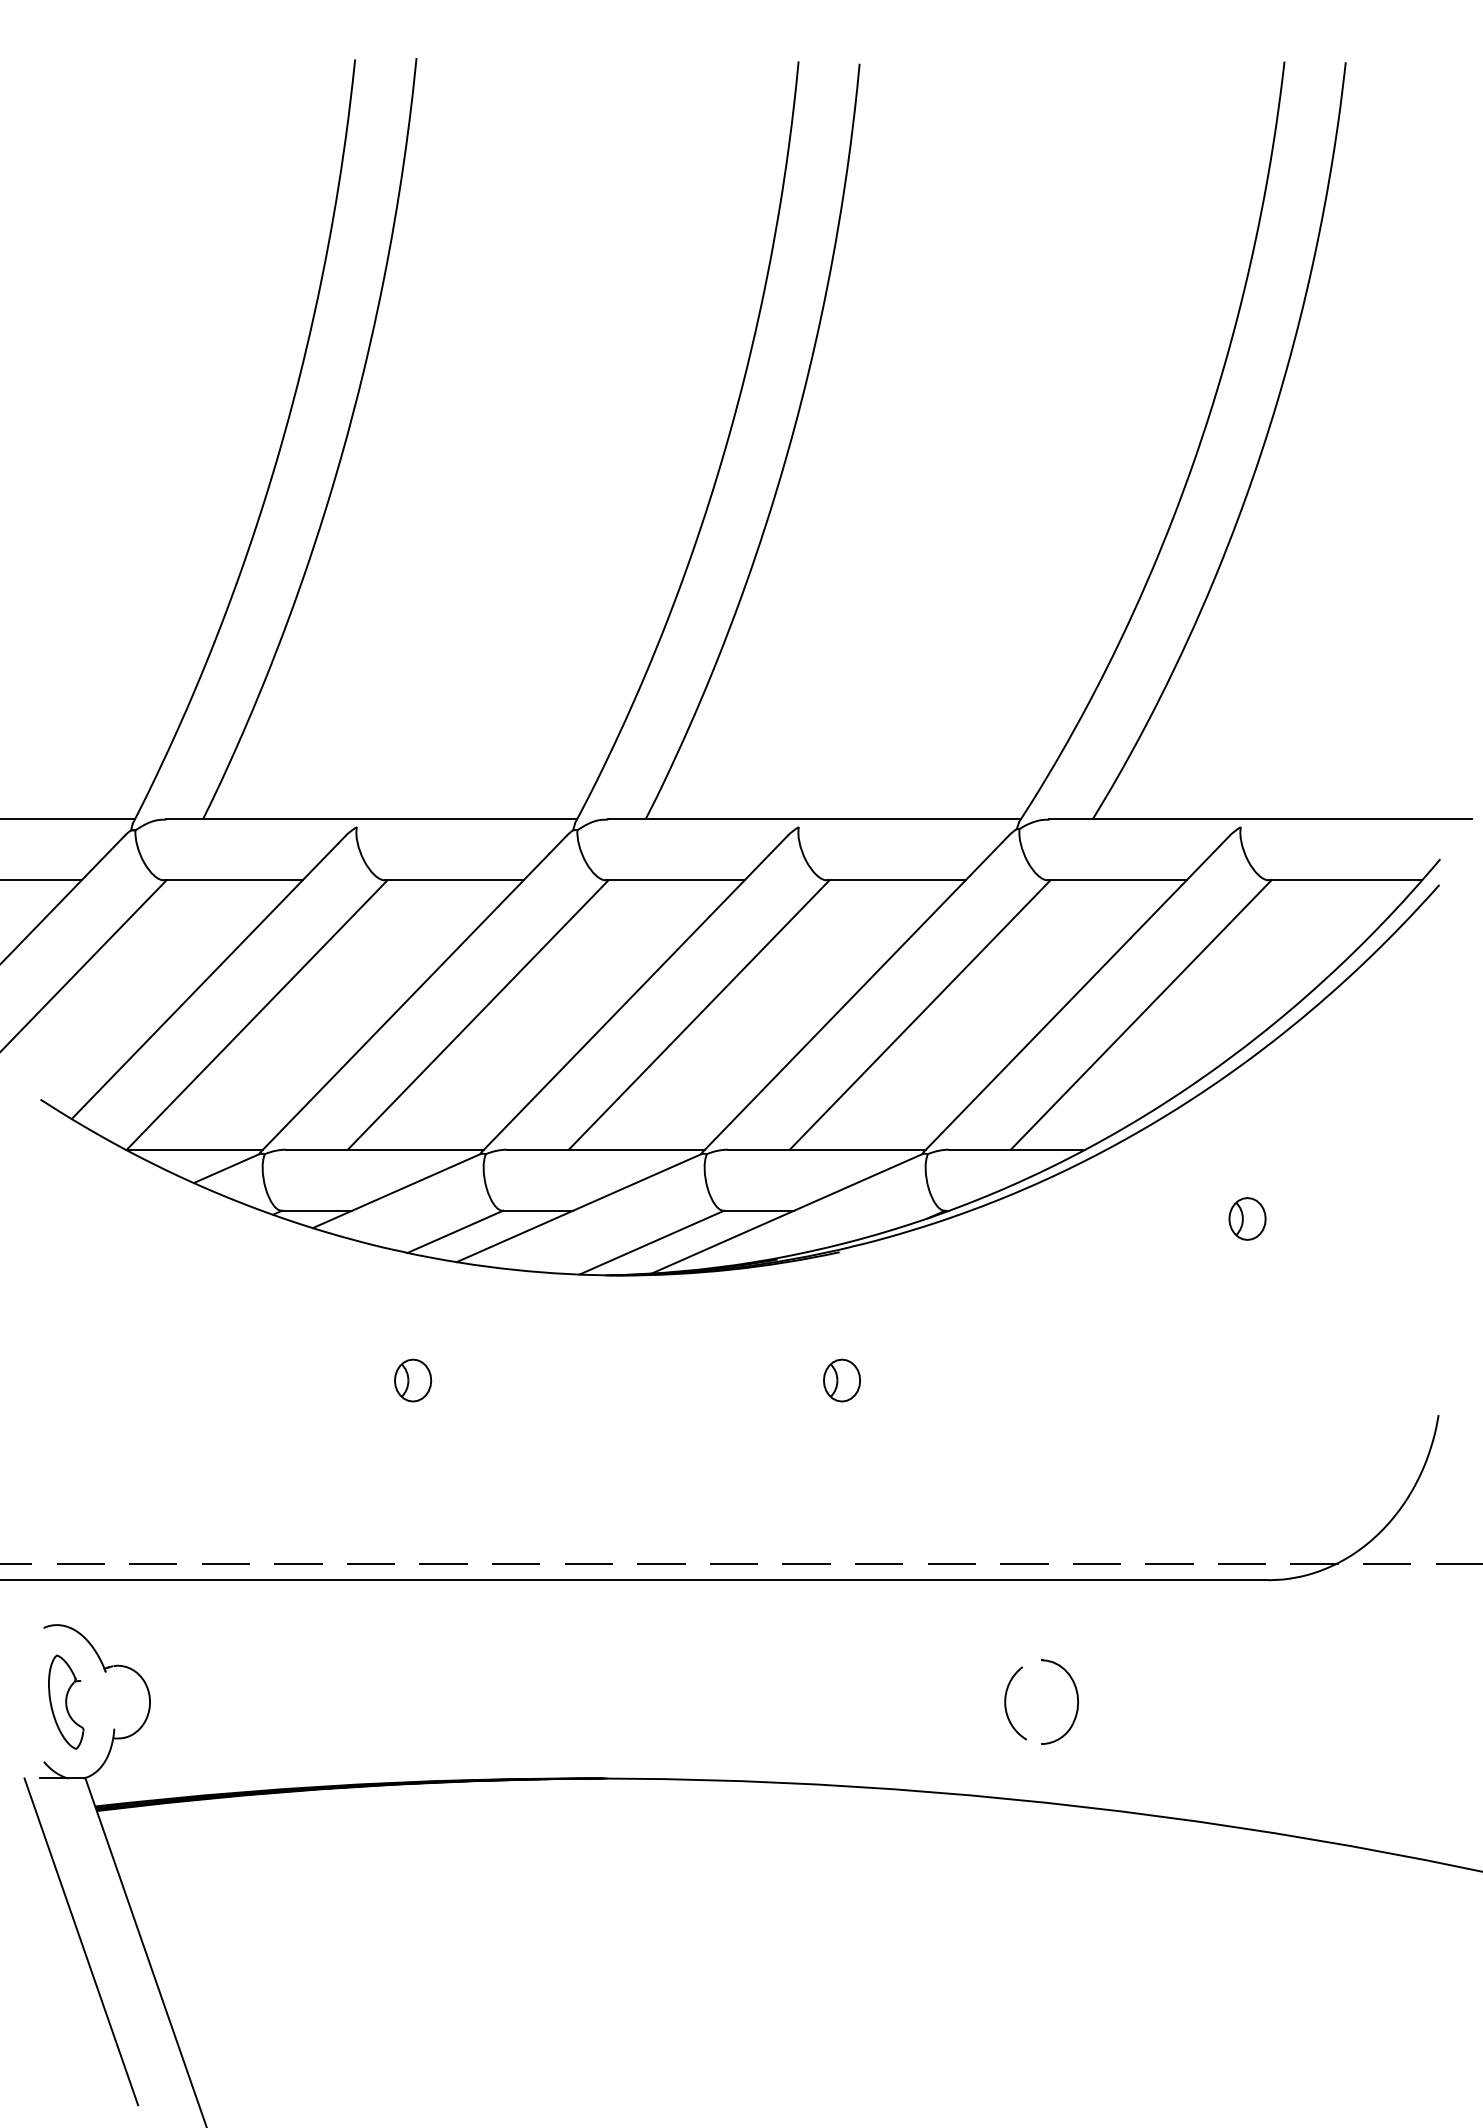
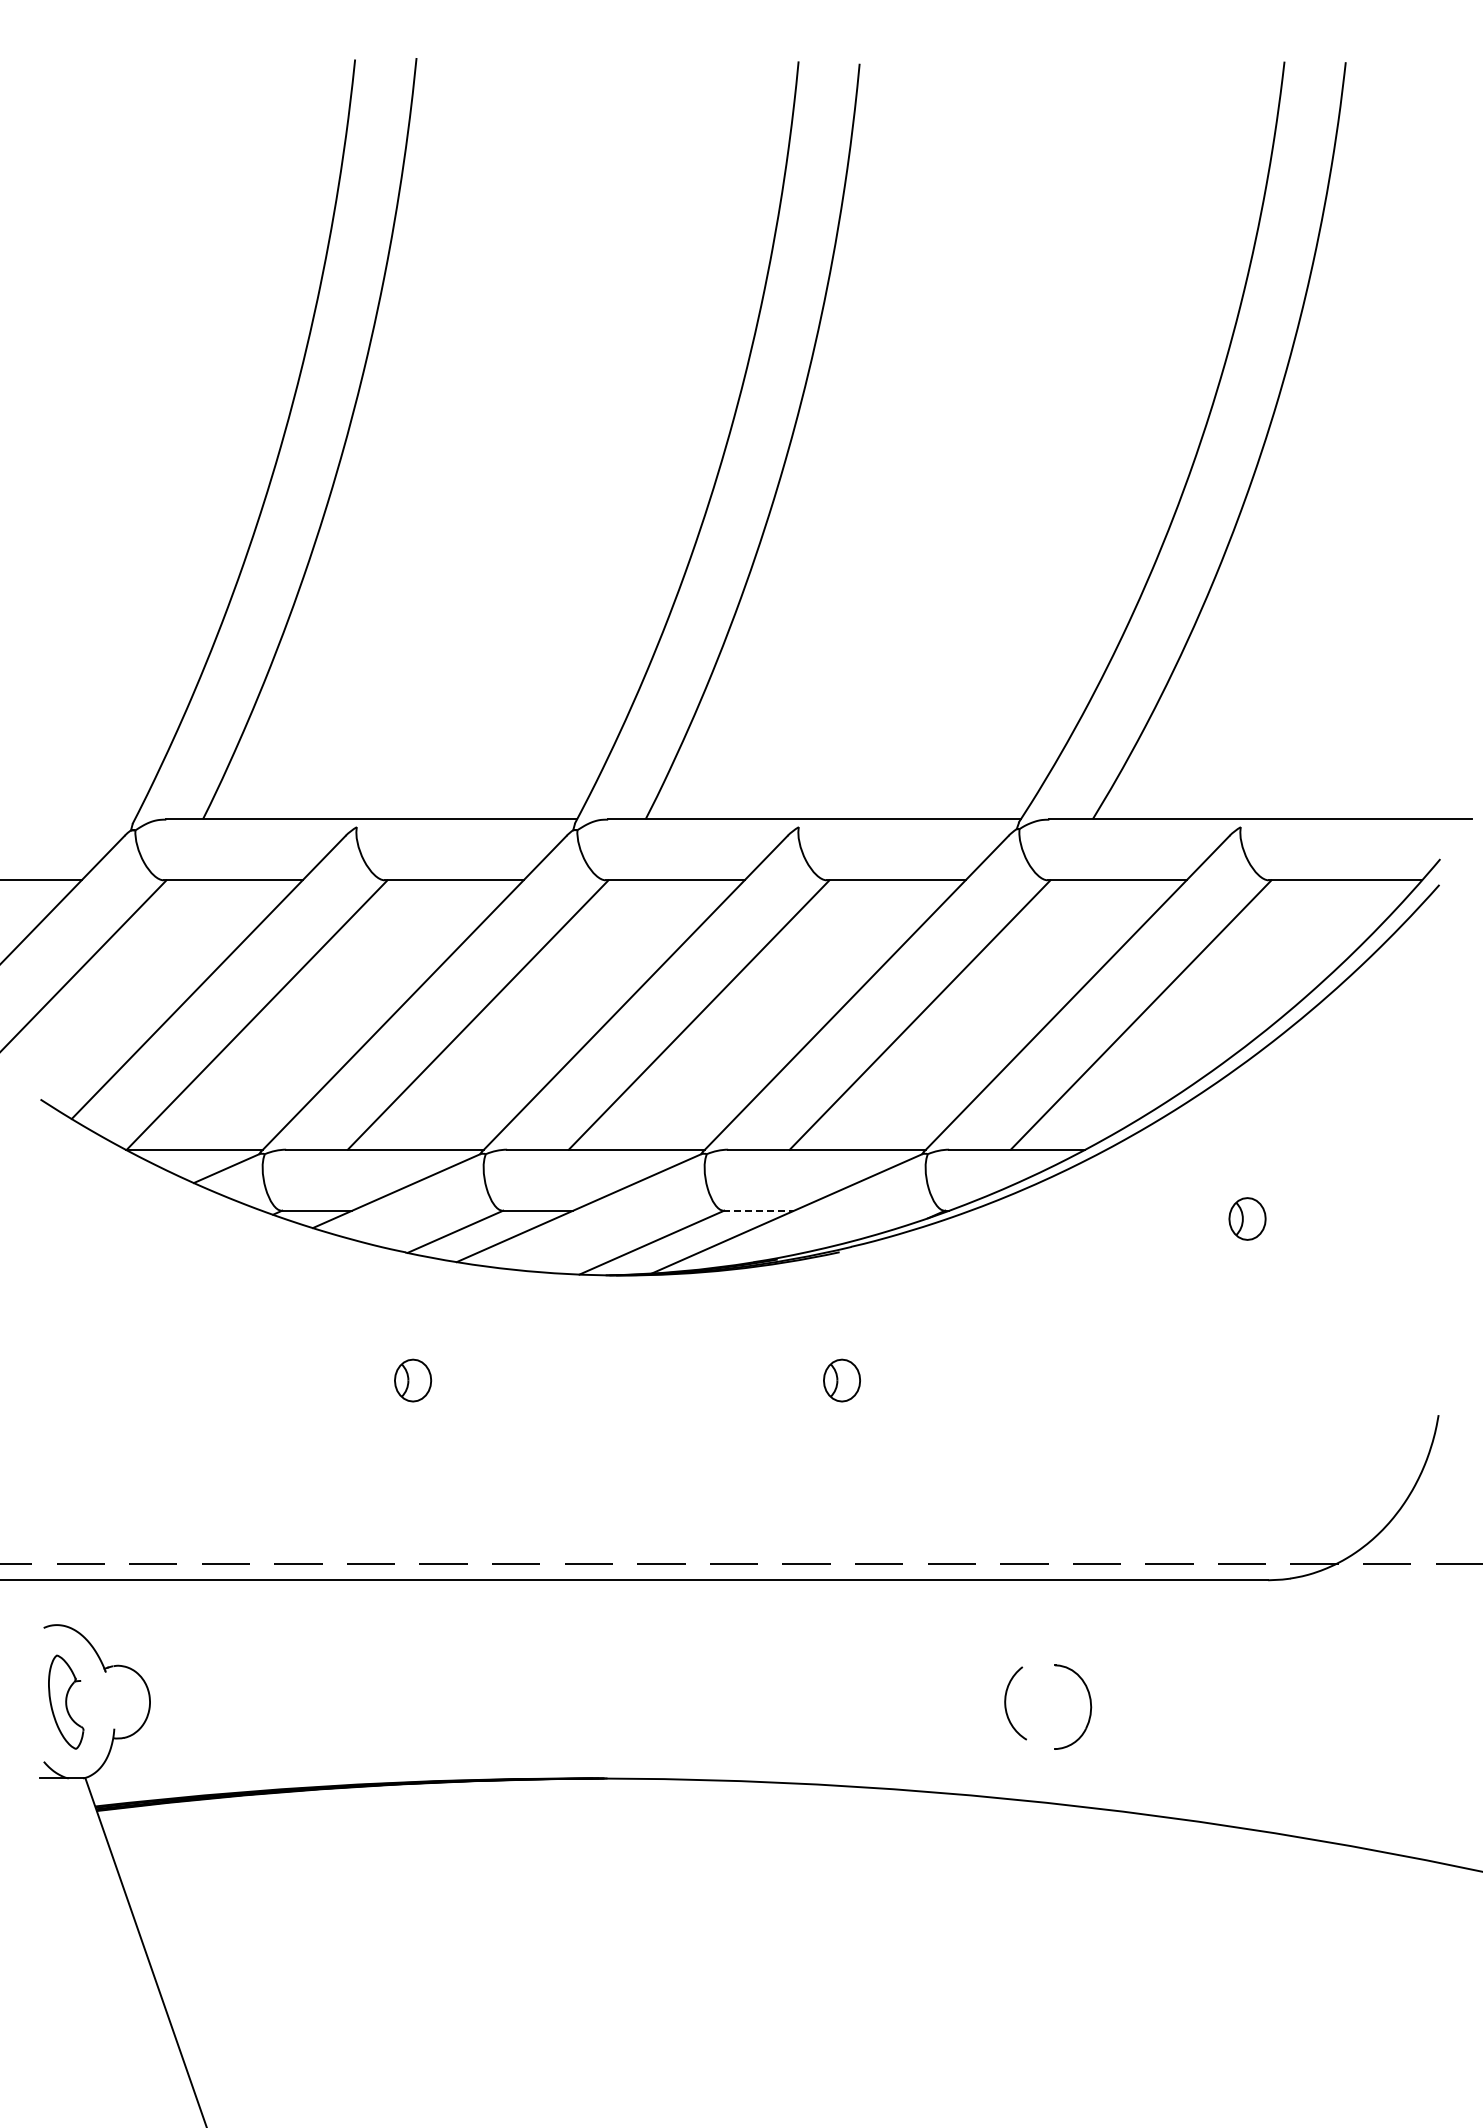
line at (68, 819): present -> none
line at (759, 1210): solid -> dashed
part at (1076, 1696) position: (1076, 1696) -> (1089, 1701)
line at (81, 1941): present -> none
